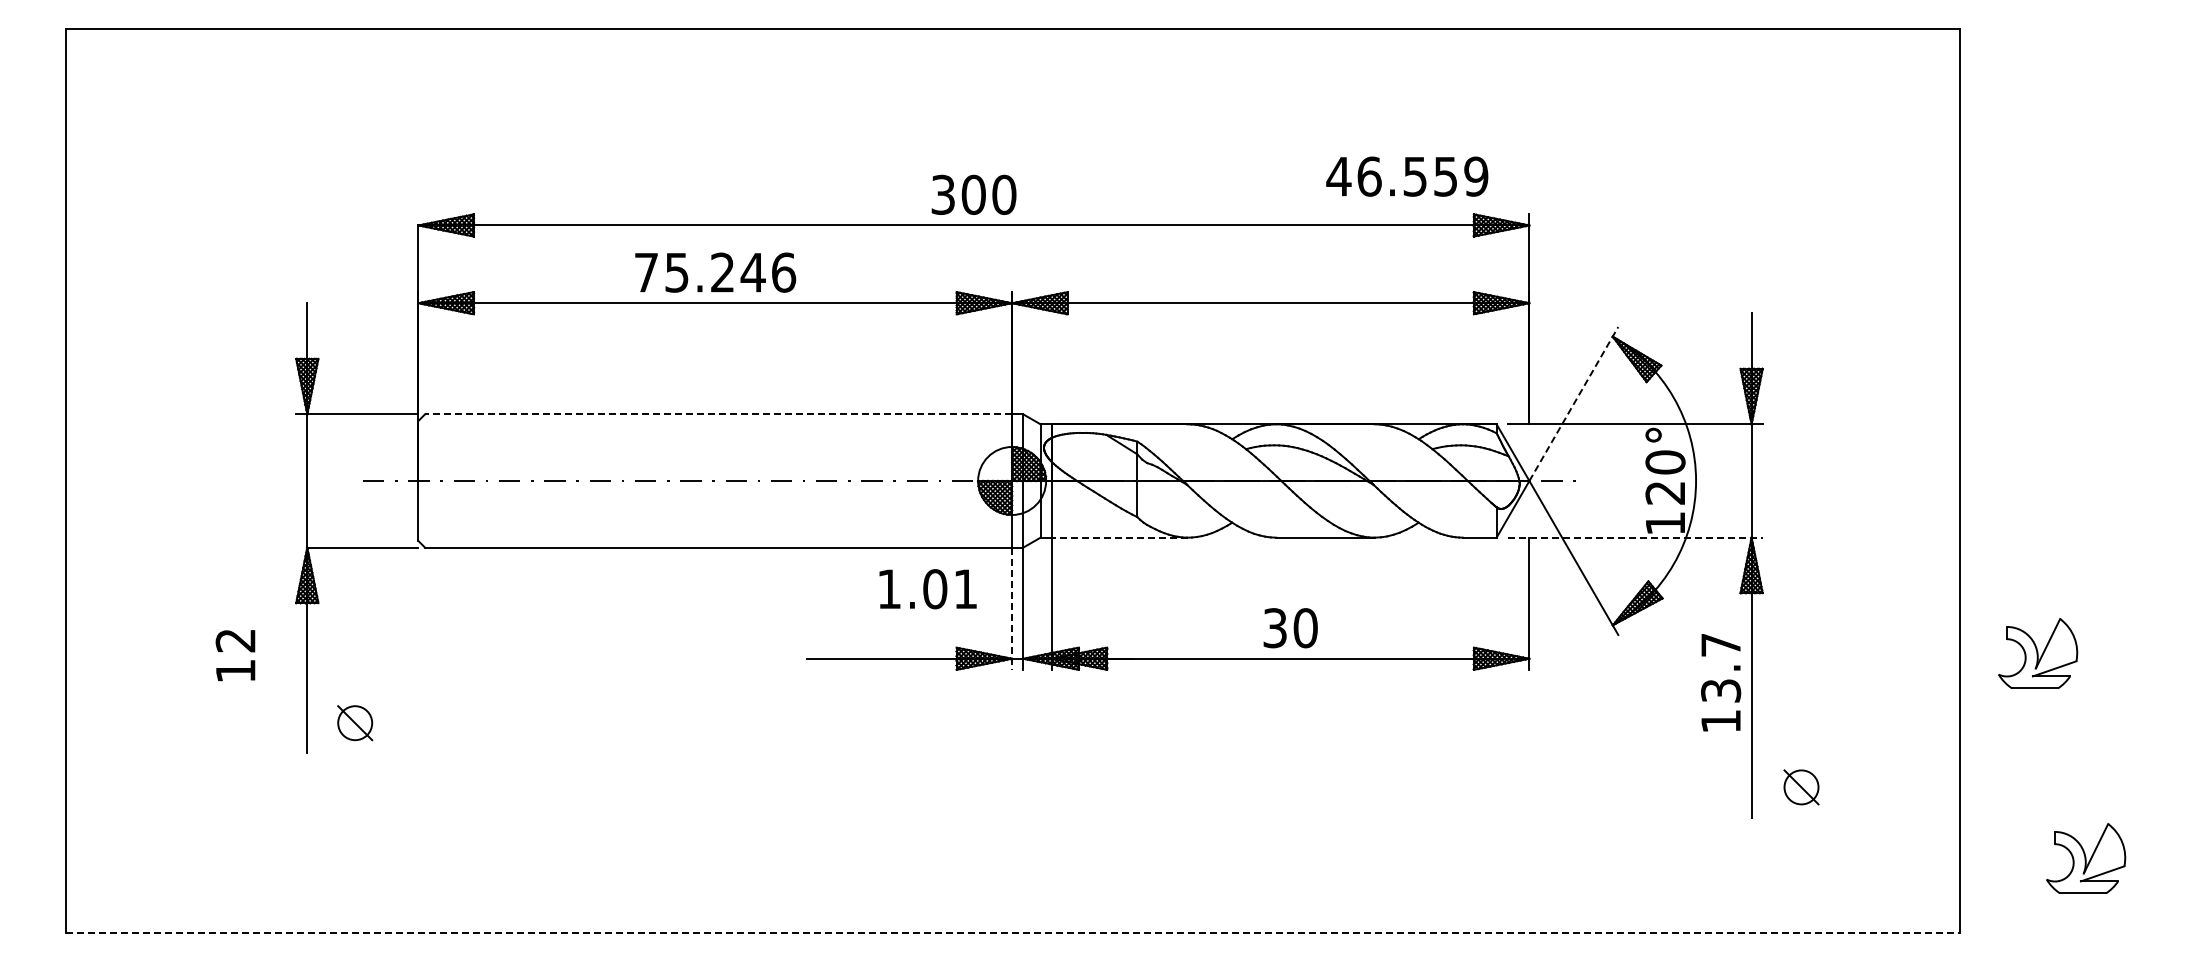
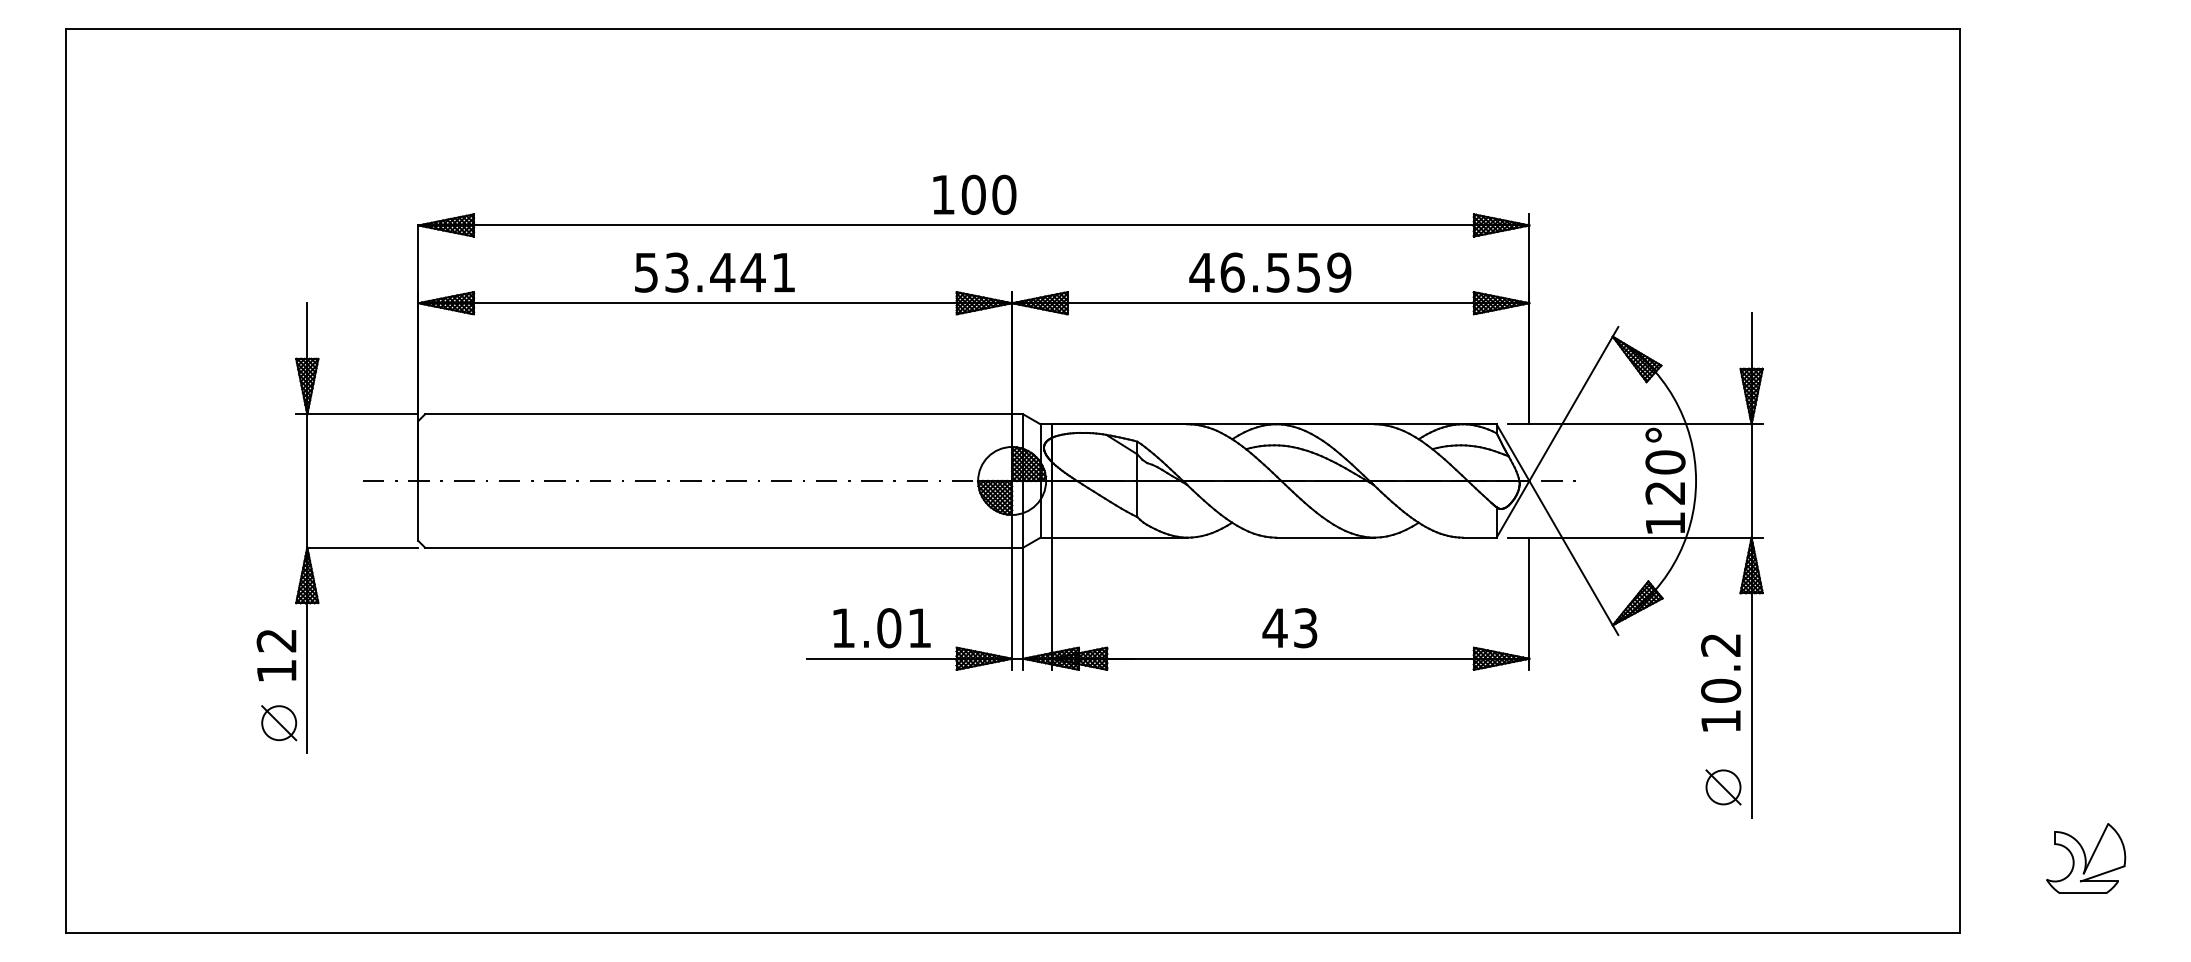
text at (1407, 176) position: (1407, 176) -> (1270, 272)
text at (942, 194): 300 -> 100
text at (715, 272): 75.246 -> 53.441
line at (1573, 404): dashed -> solid
line at (718, 414): dashed -> solid
line at (1119, 537): dashed -> solid
line at (1635, 537): dashed -> solid
text at (927, 589) position: (927, 589) -> (881, 628)
line at (1012, 609): dashed -> solid
text at (1289, 628): 30 -> 43
part at (2038, 653): present -> none
text at (235, 655) position: (235, 655) -> (276, 655)
text at (1721, 668): 13.7 -> 10.2
part at (355, 723) position: (355, 723) -> (279, 723)
part at (1801, 787) position: (1801, 787) -> (1723, 787)
line at (1013, 933): dashed -> solid
